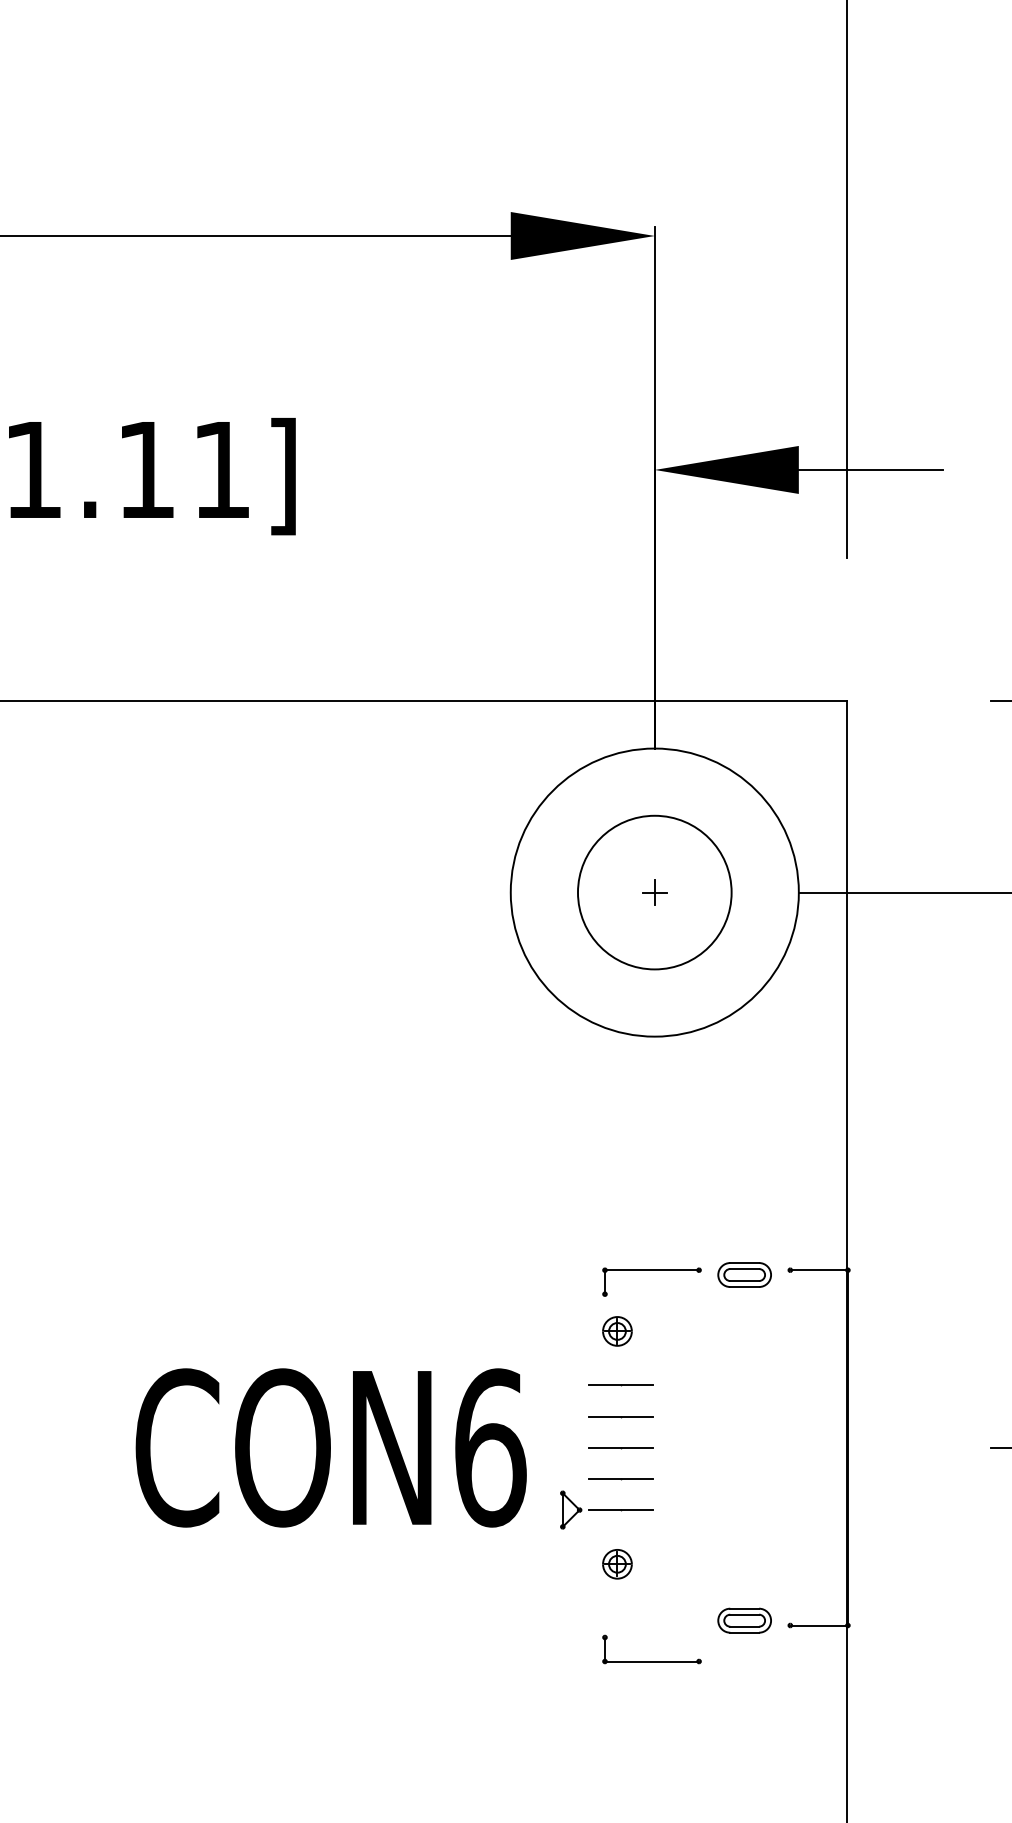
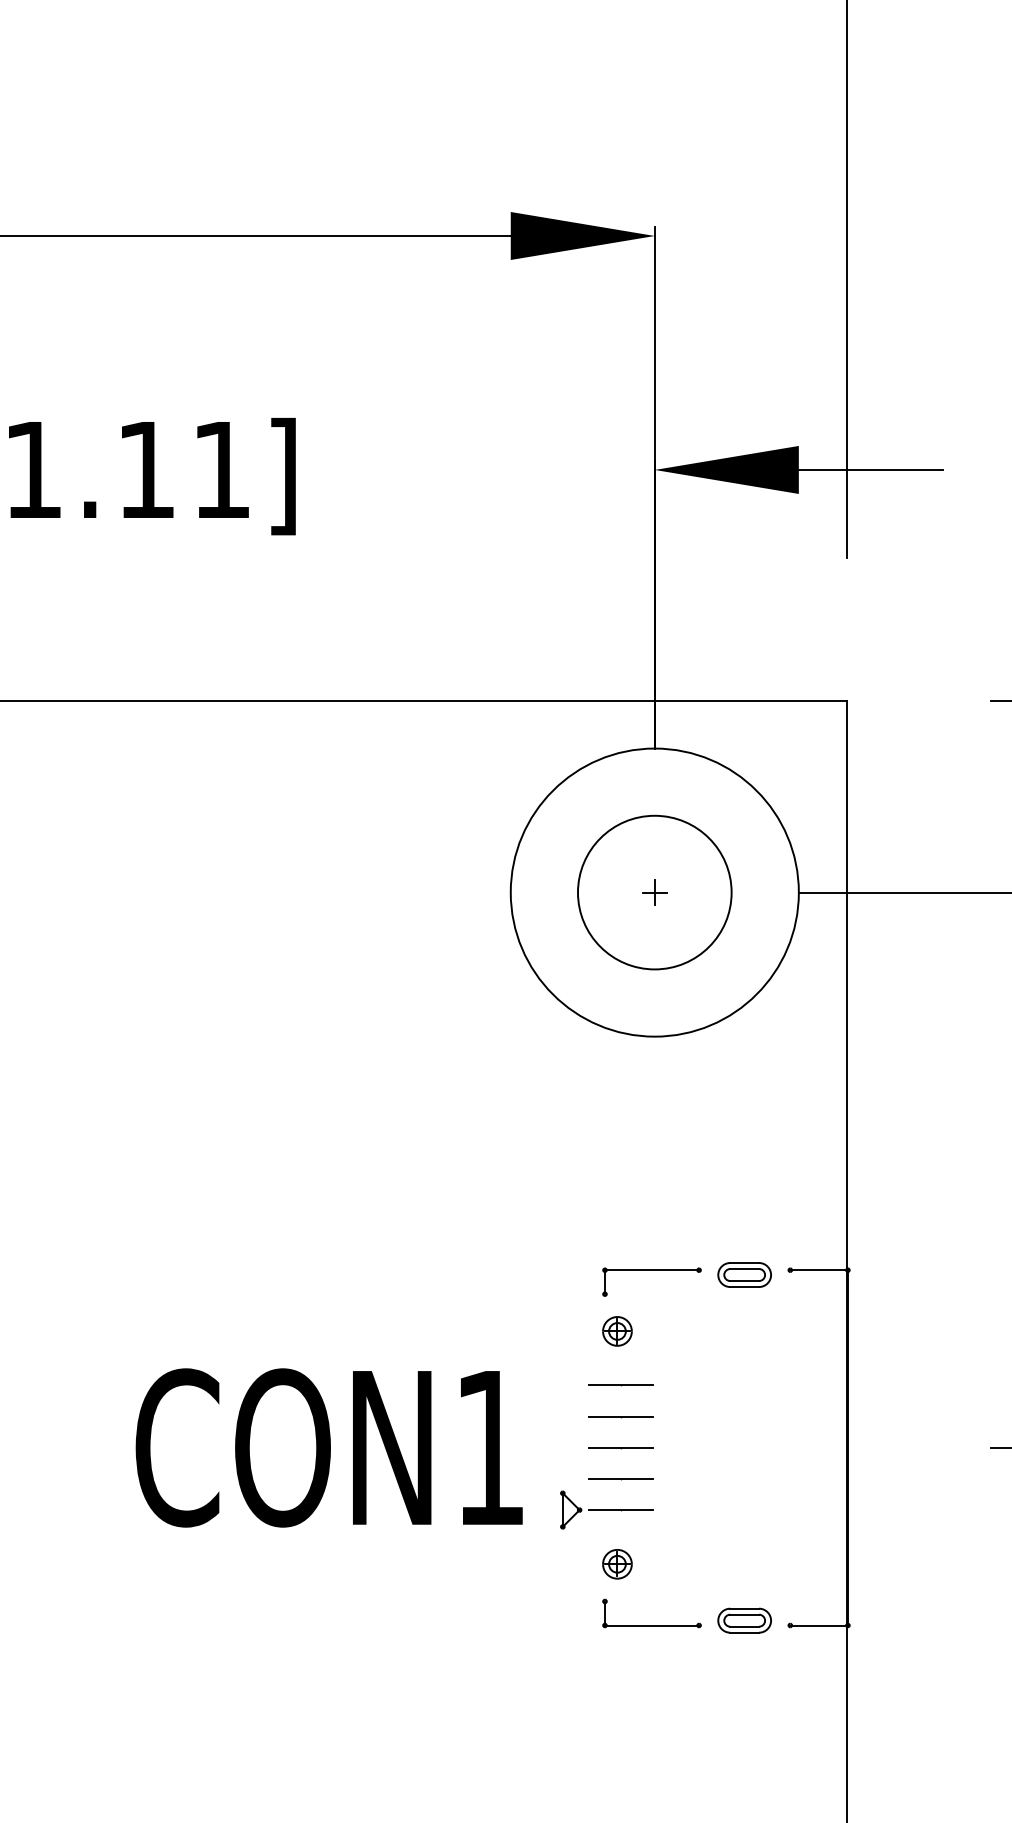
text at (490, 1447): CON6 -> CON1
part at (651, 1661) position: (651, 1661) -> (651, 1625)
